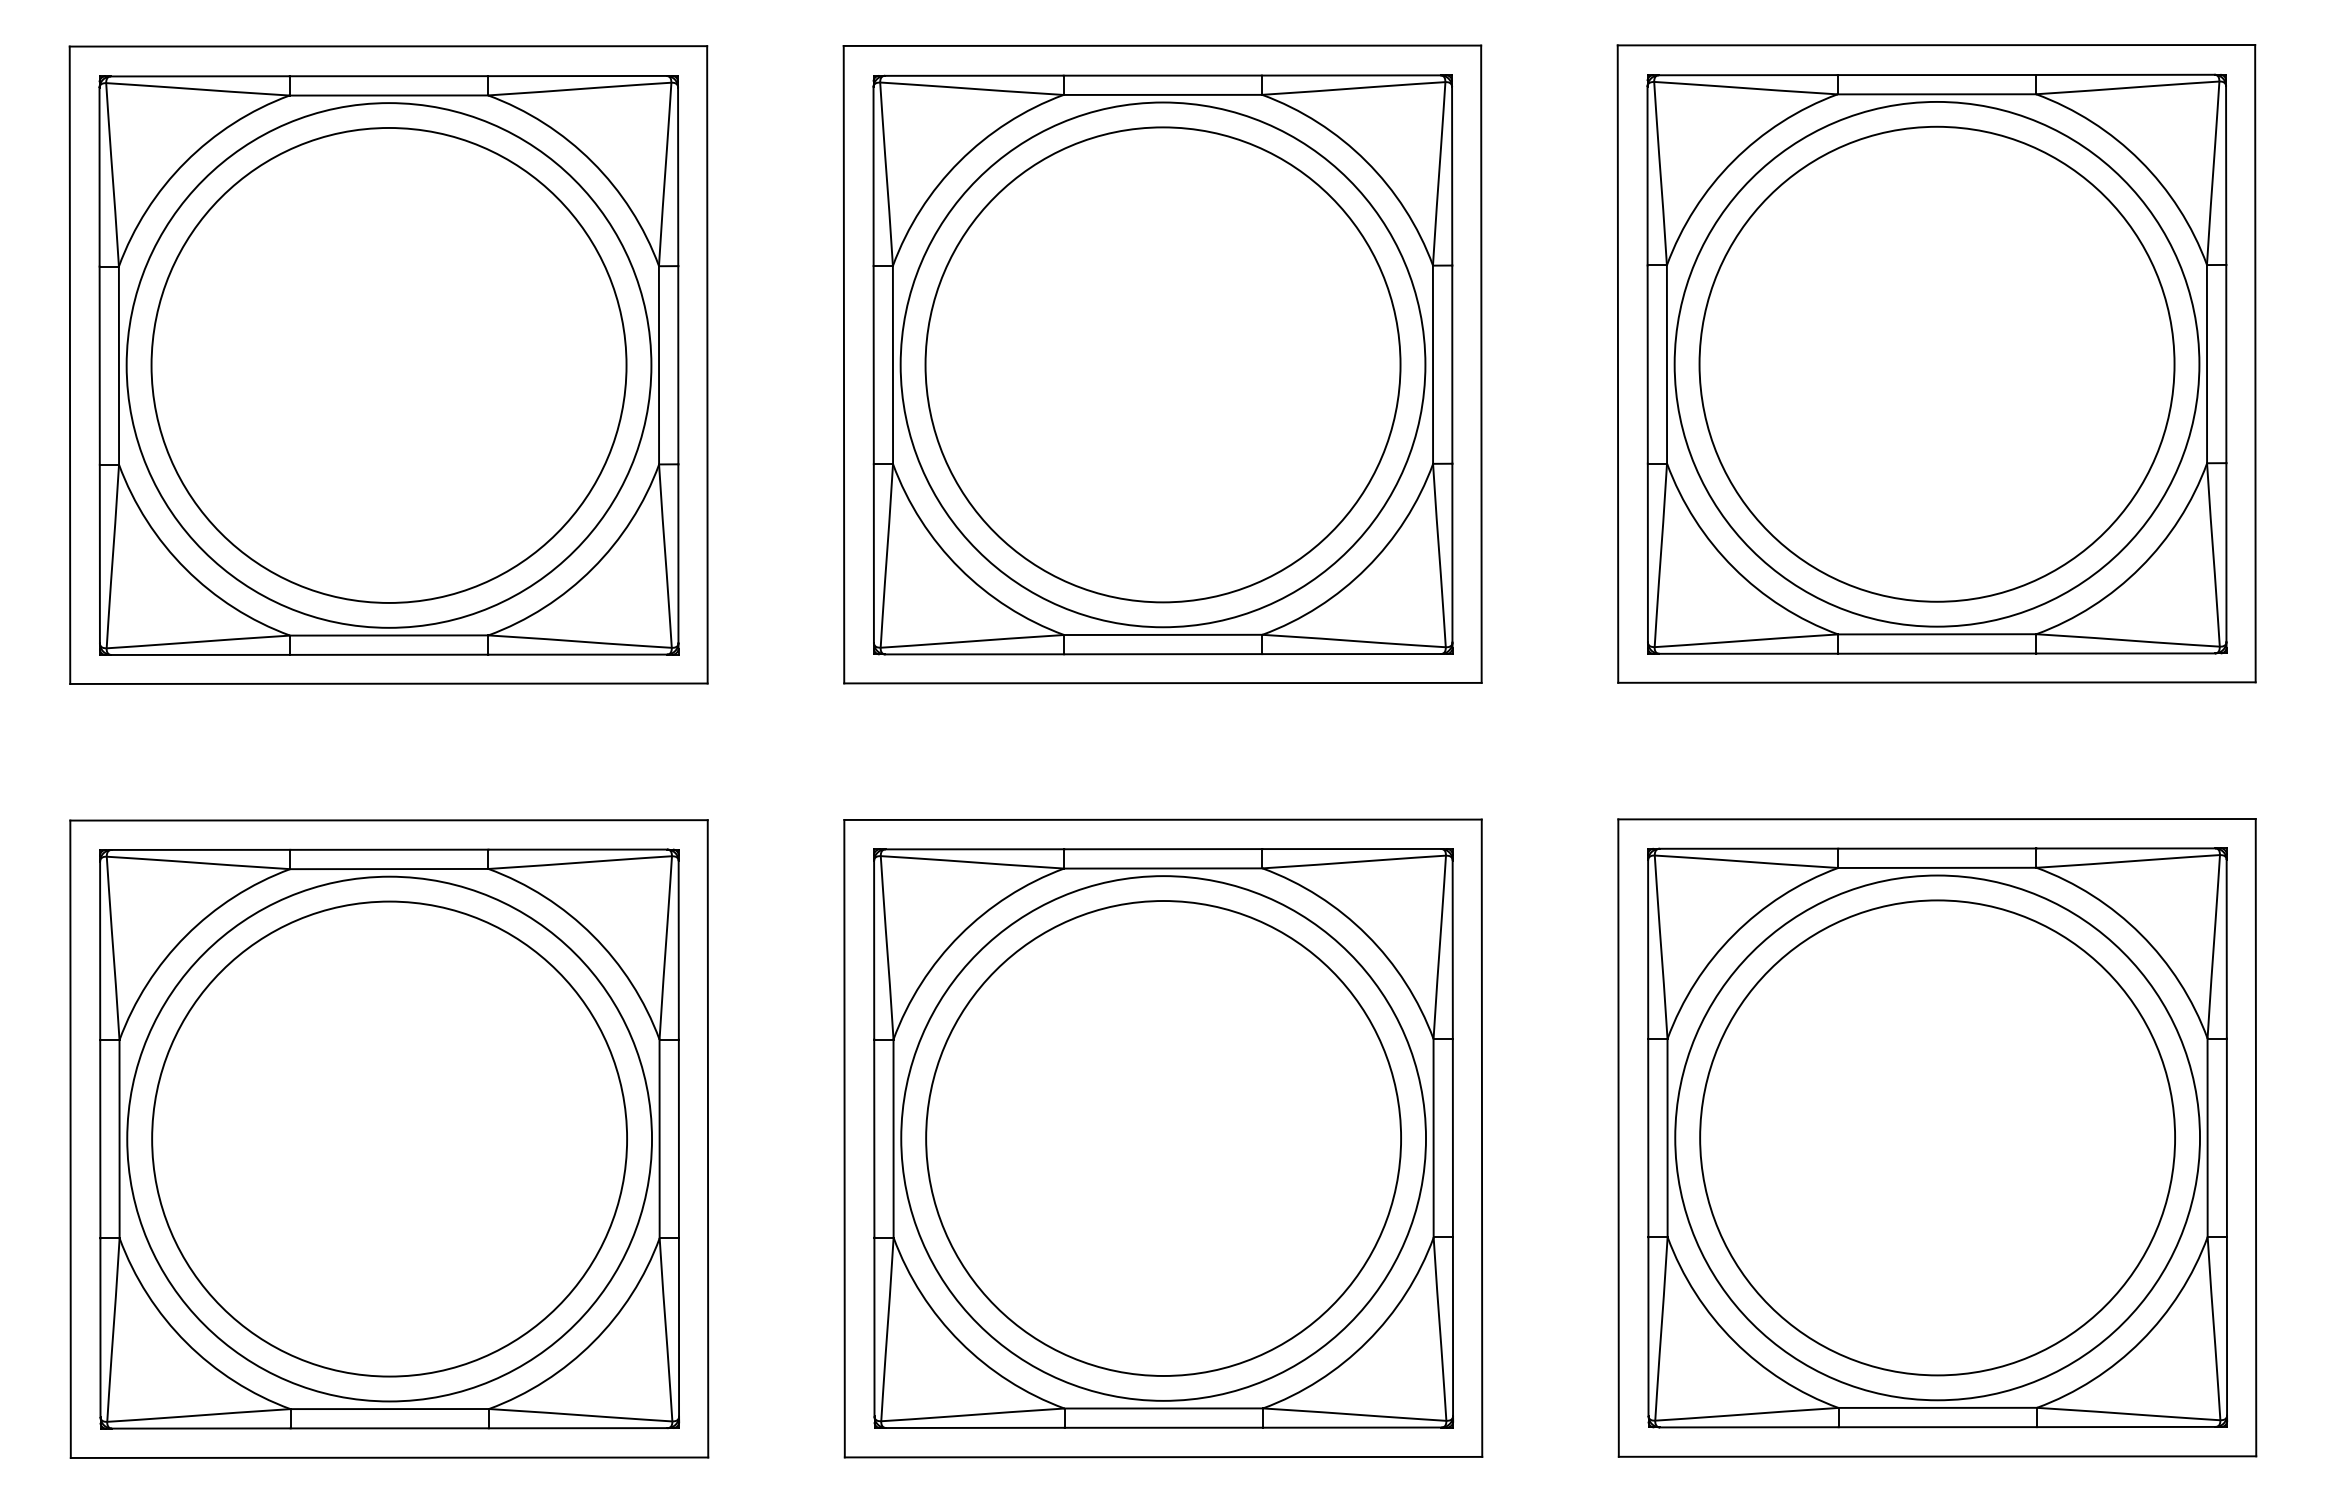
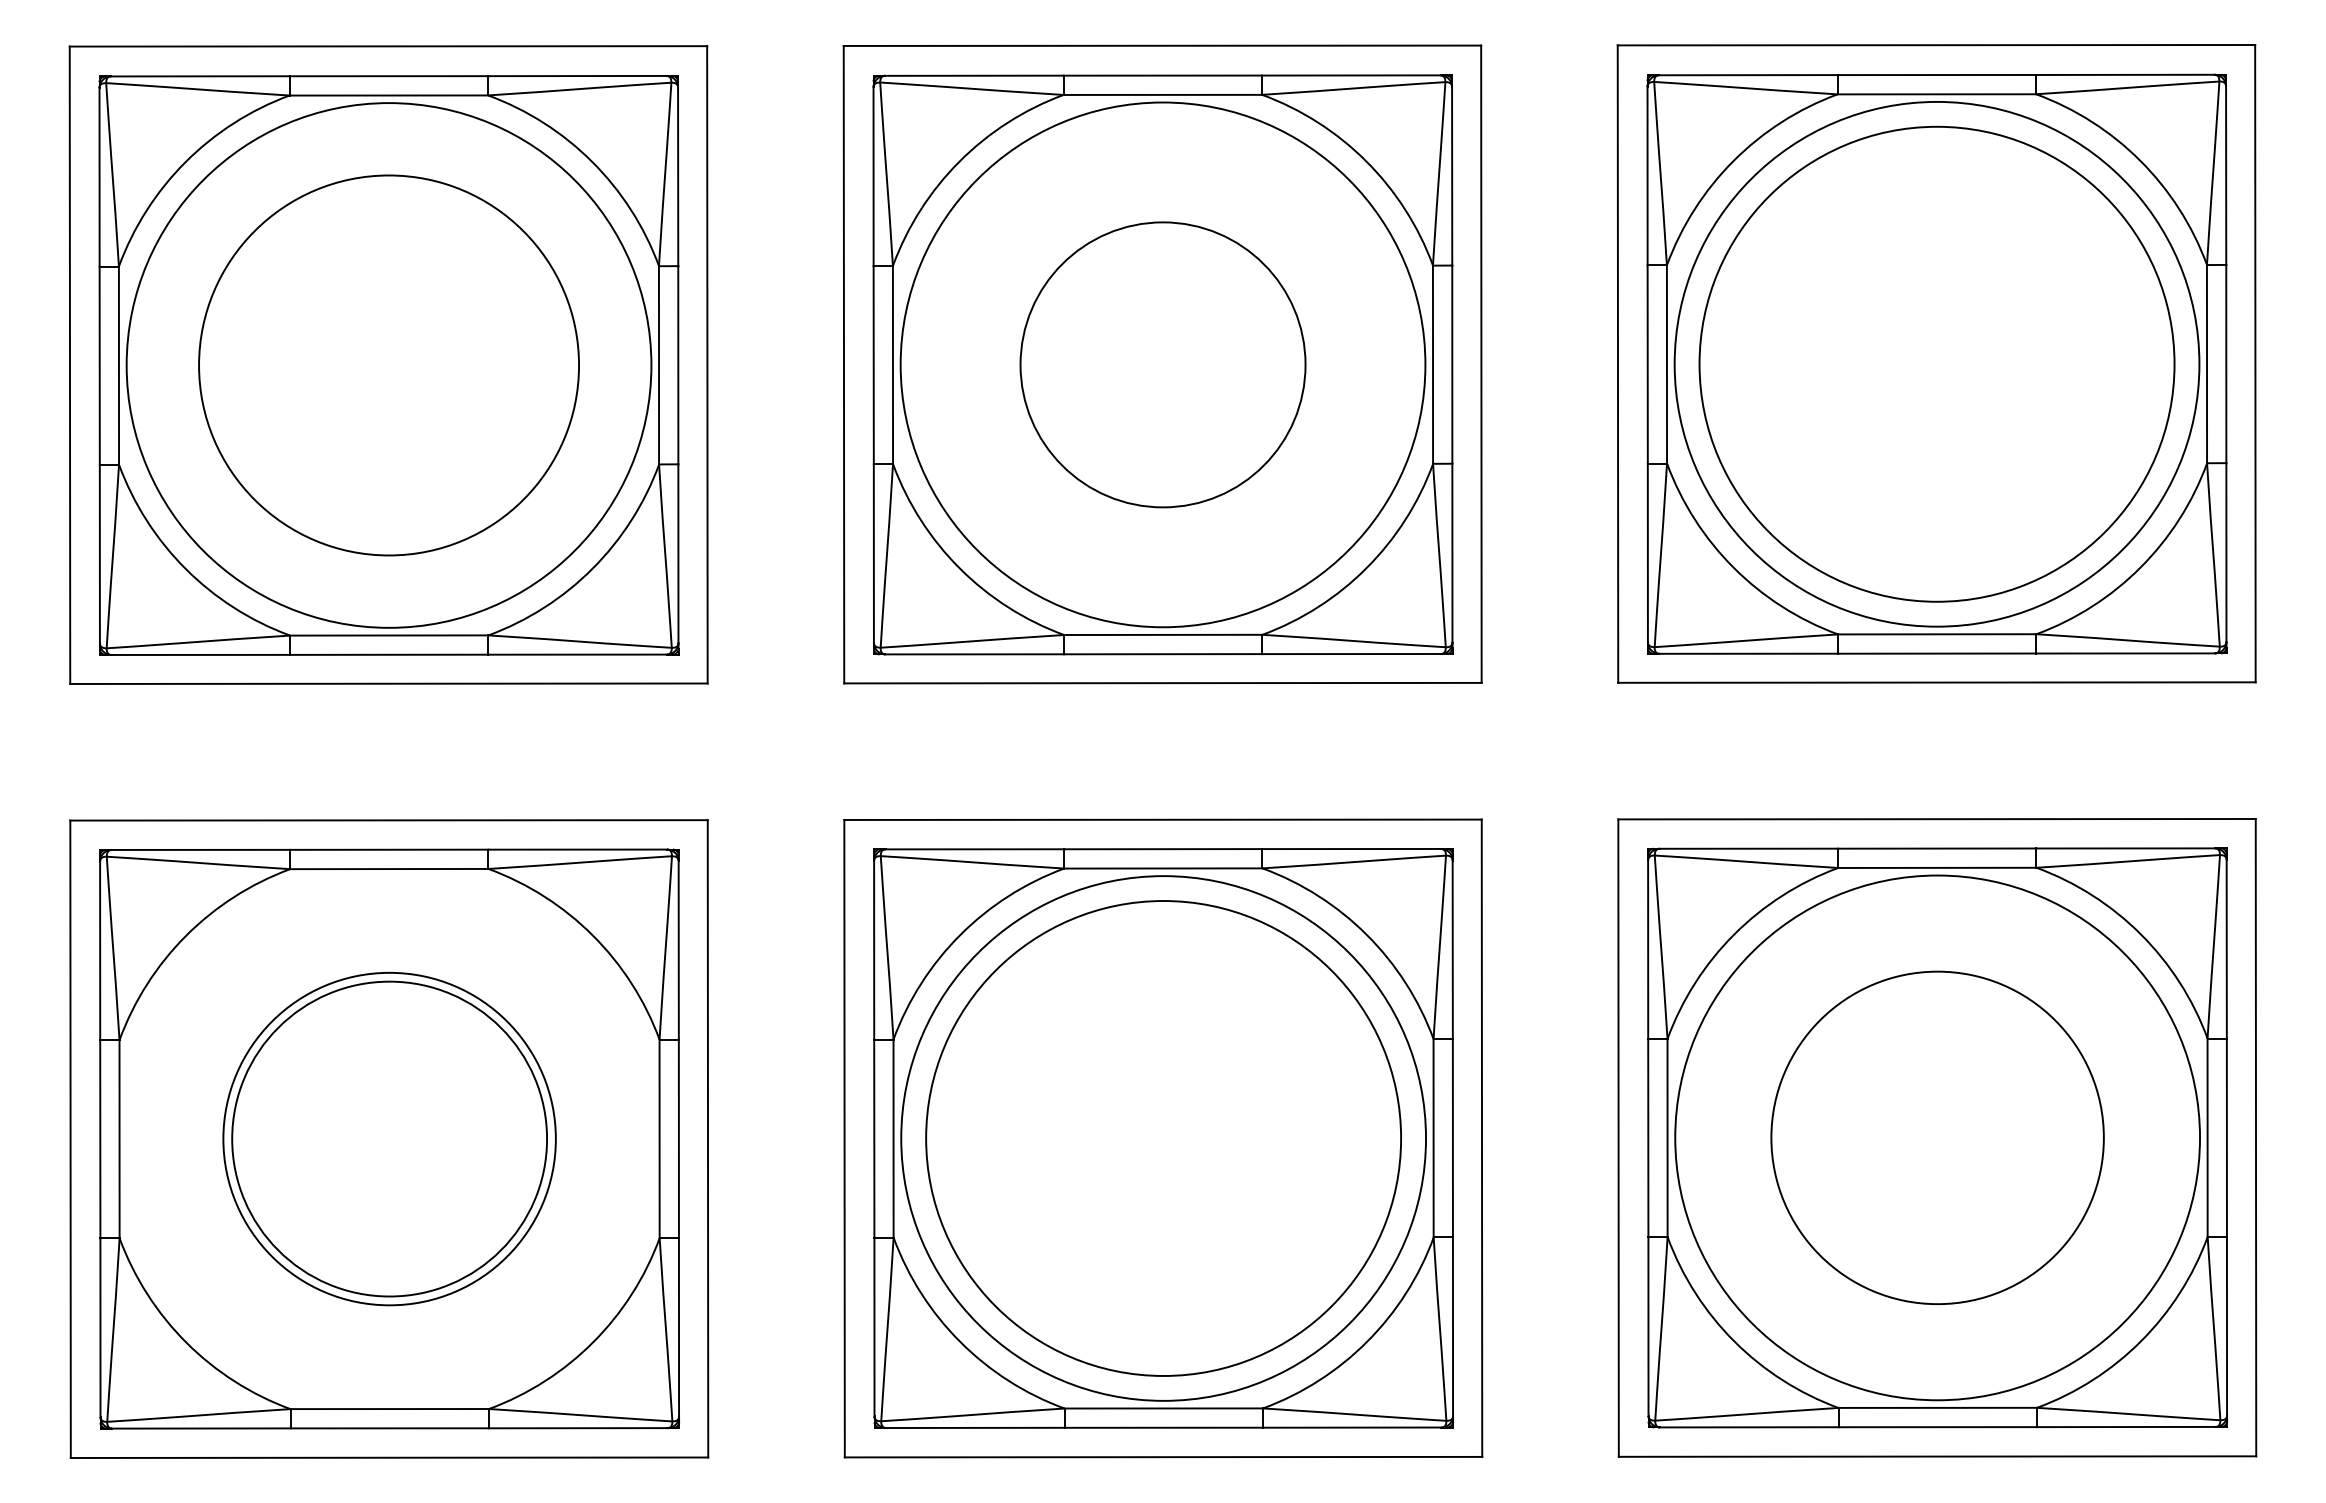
circle at (388, 364) diameter: 475 px -> 380 px
circle at (1162, 364) diameter: 475 px -> 285 px
circle at (1937, 1137) diameter: 475 px -> 332 px
circle at (389, 1138) diameter: 475 px -> 332 px
circle at (389, 1138) diameter: 525 px -> 315 px
